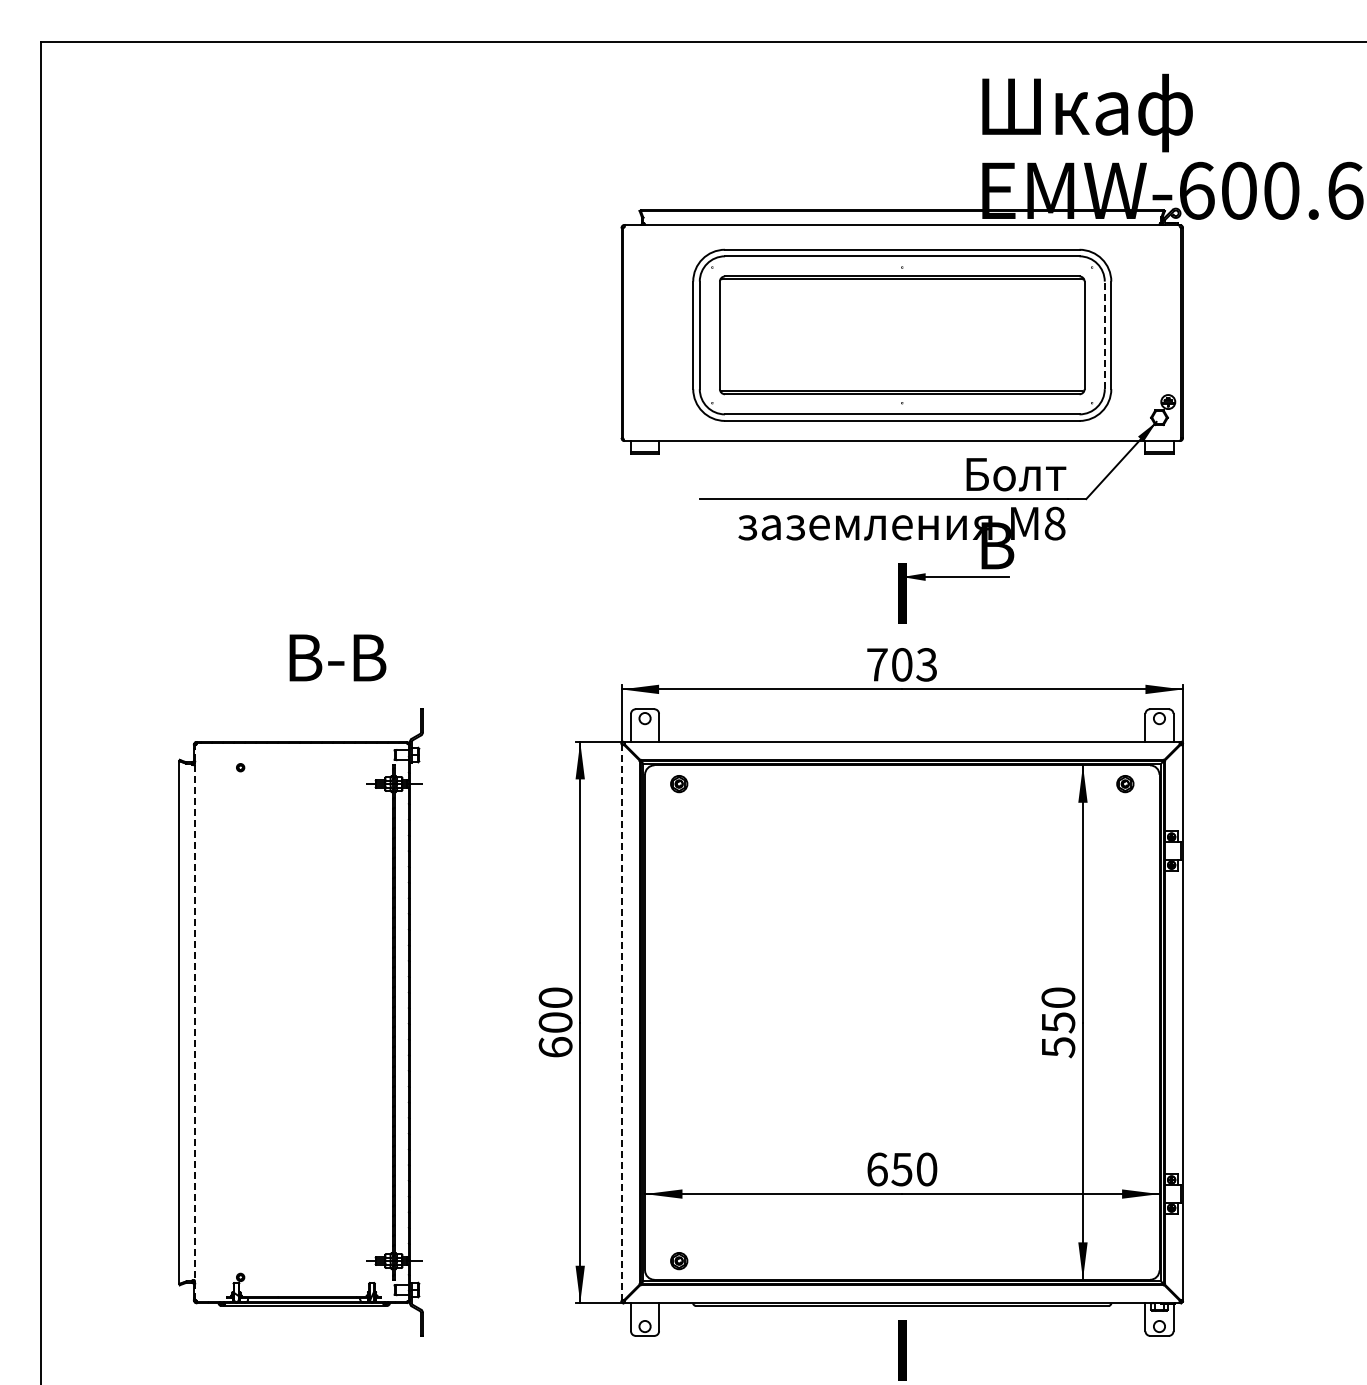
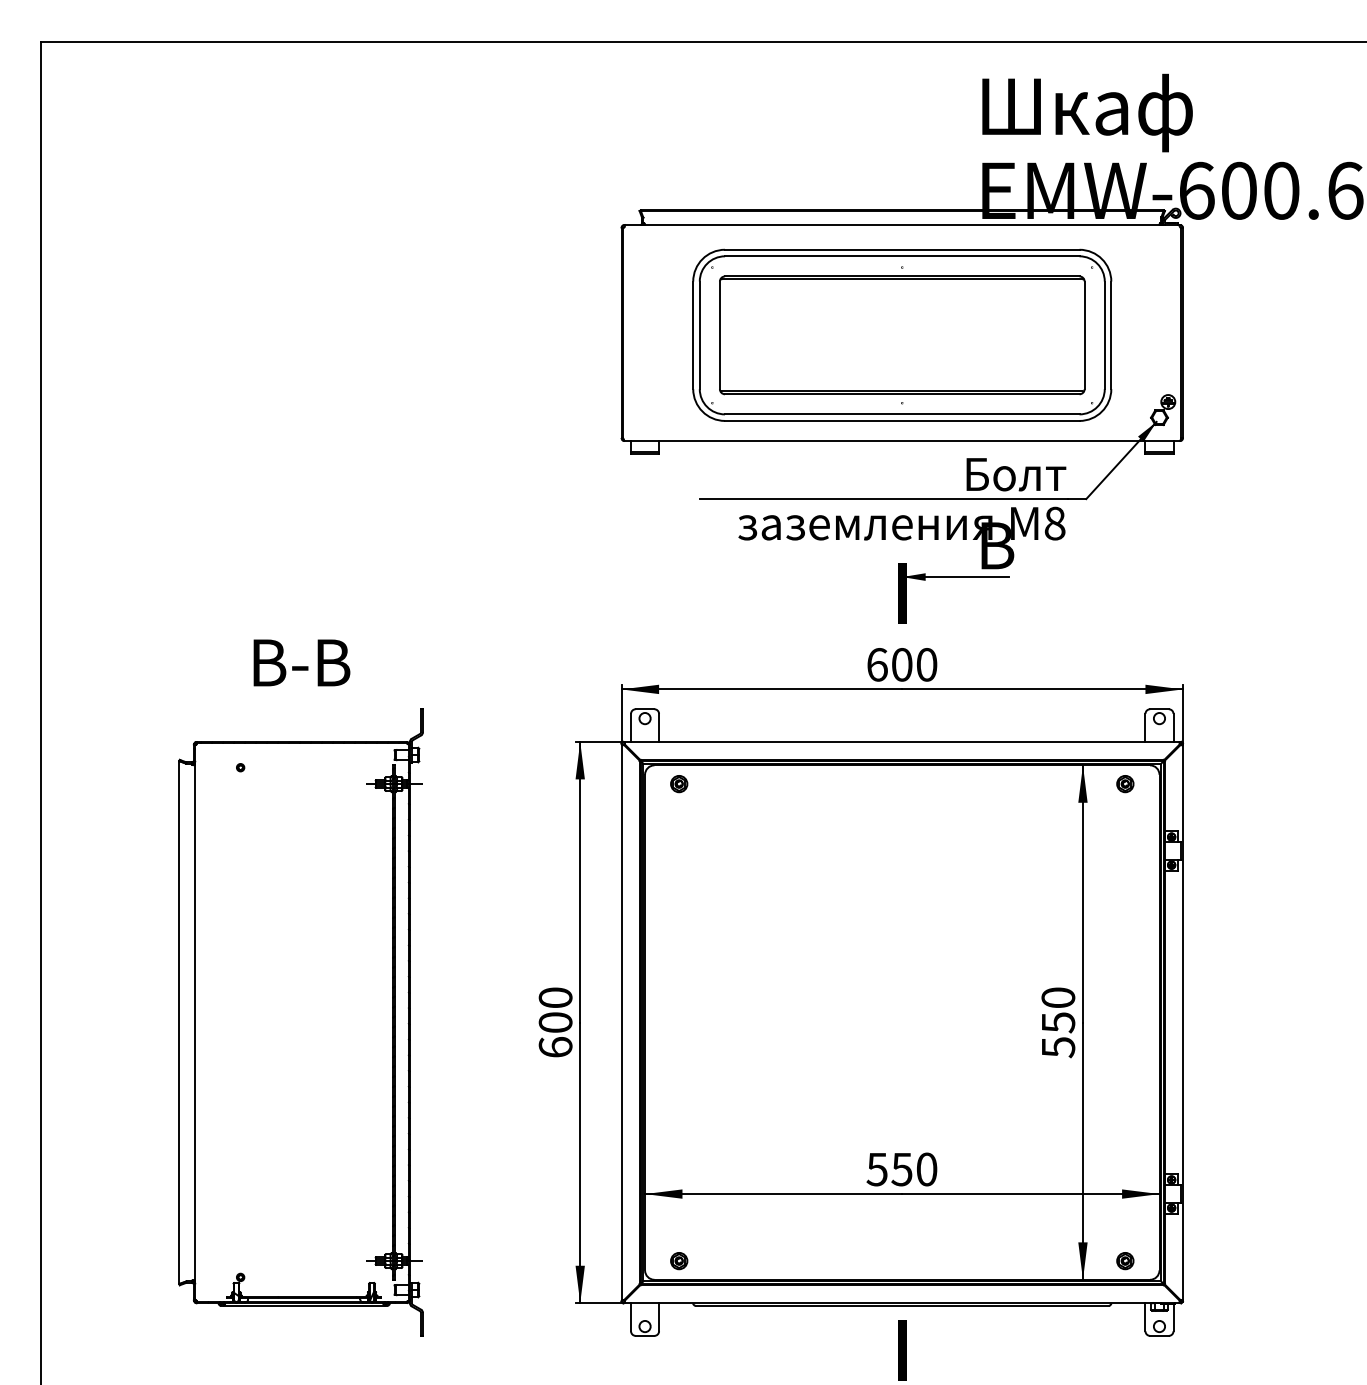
line at (1104, 335): dashed -> solid
text at (337, 657) position: (337, 657) -> (301, 662)
text at (902, 664): 703 -> 600
line at (195, 1022): dashed -> solid
line at (621, 1022): dashed -> solid
text at (876, 1169): 650 -> 550
part at (1125, 1261): none -> present
